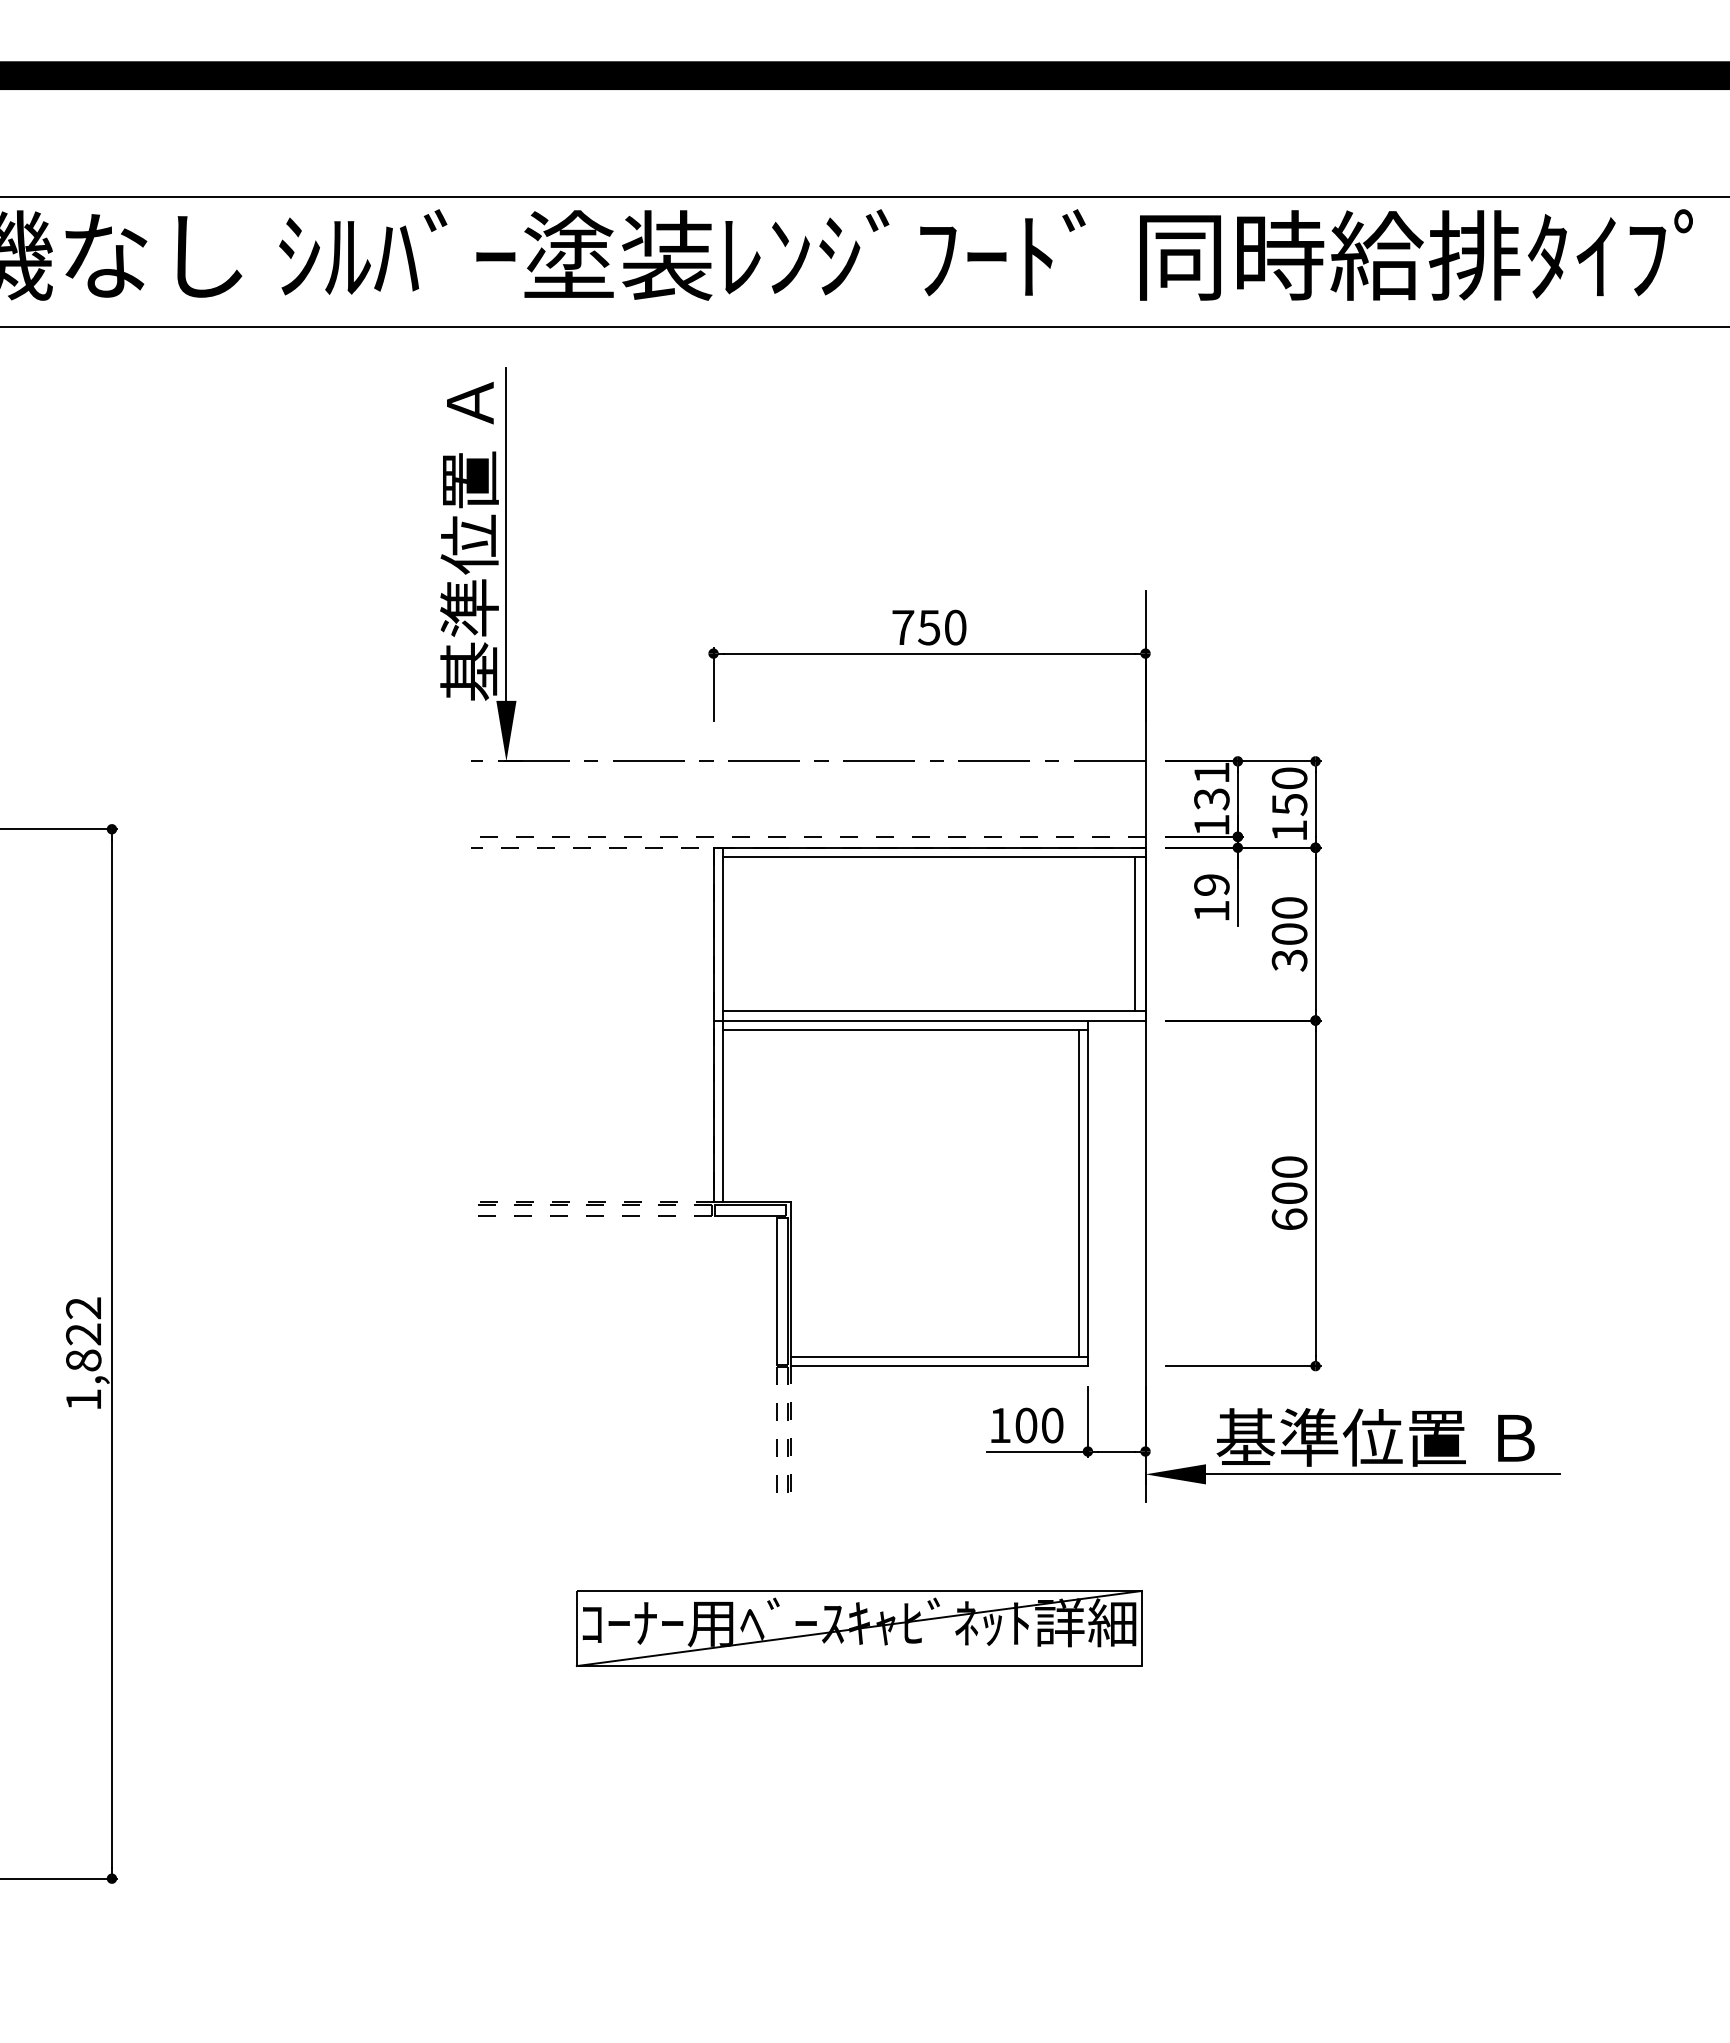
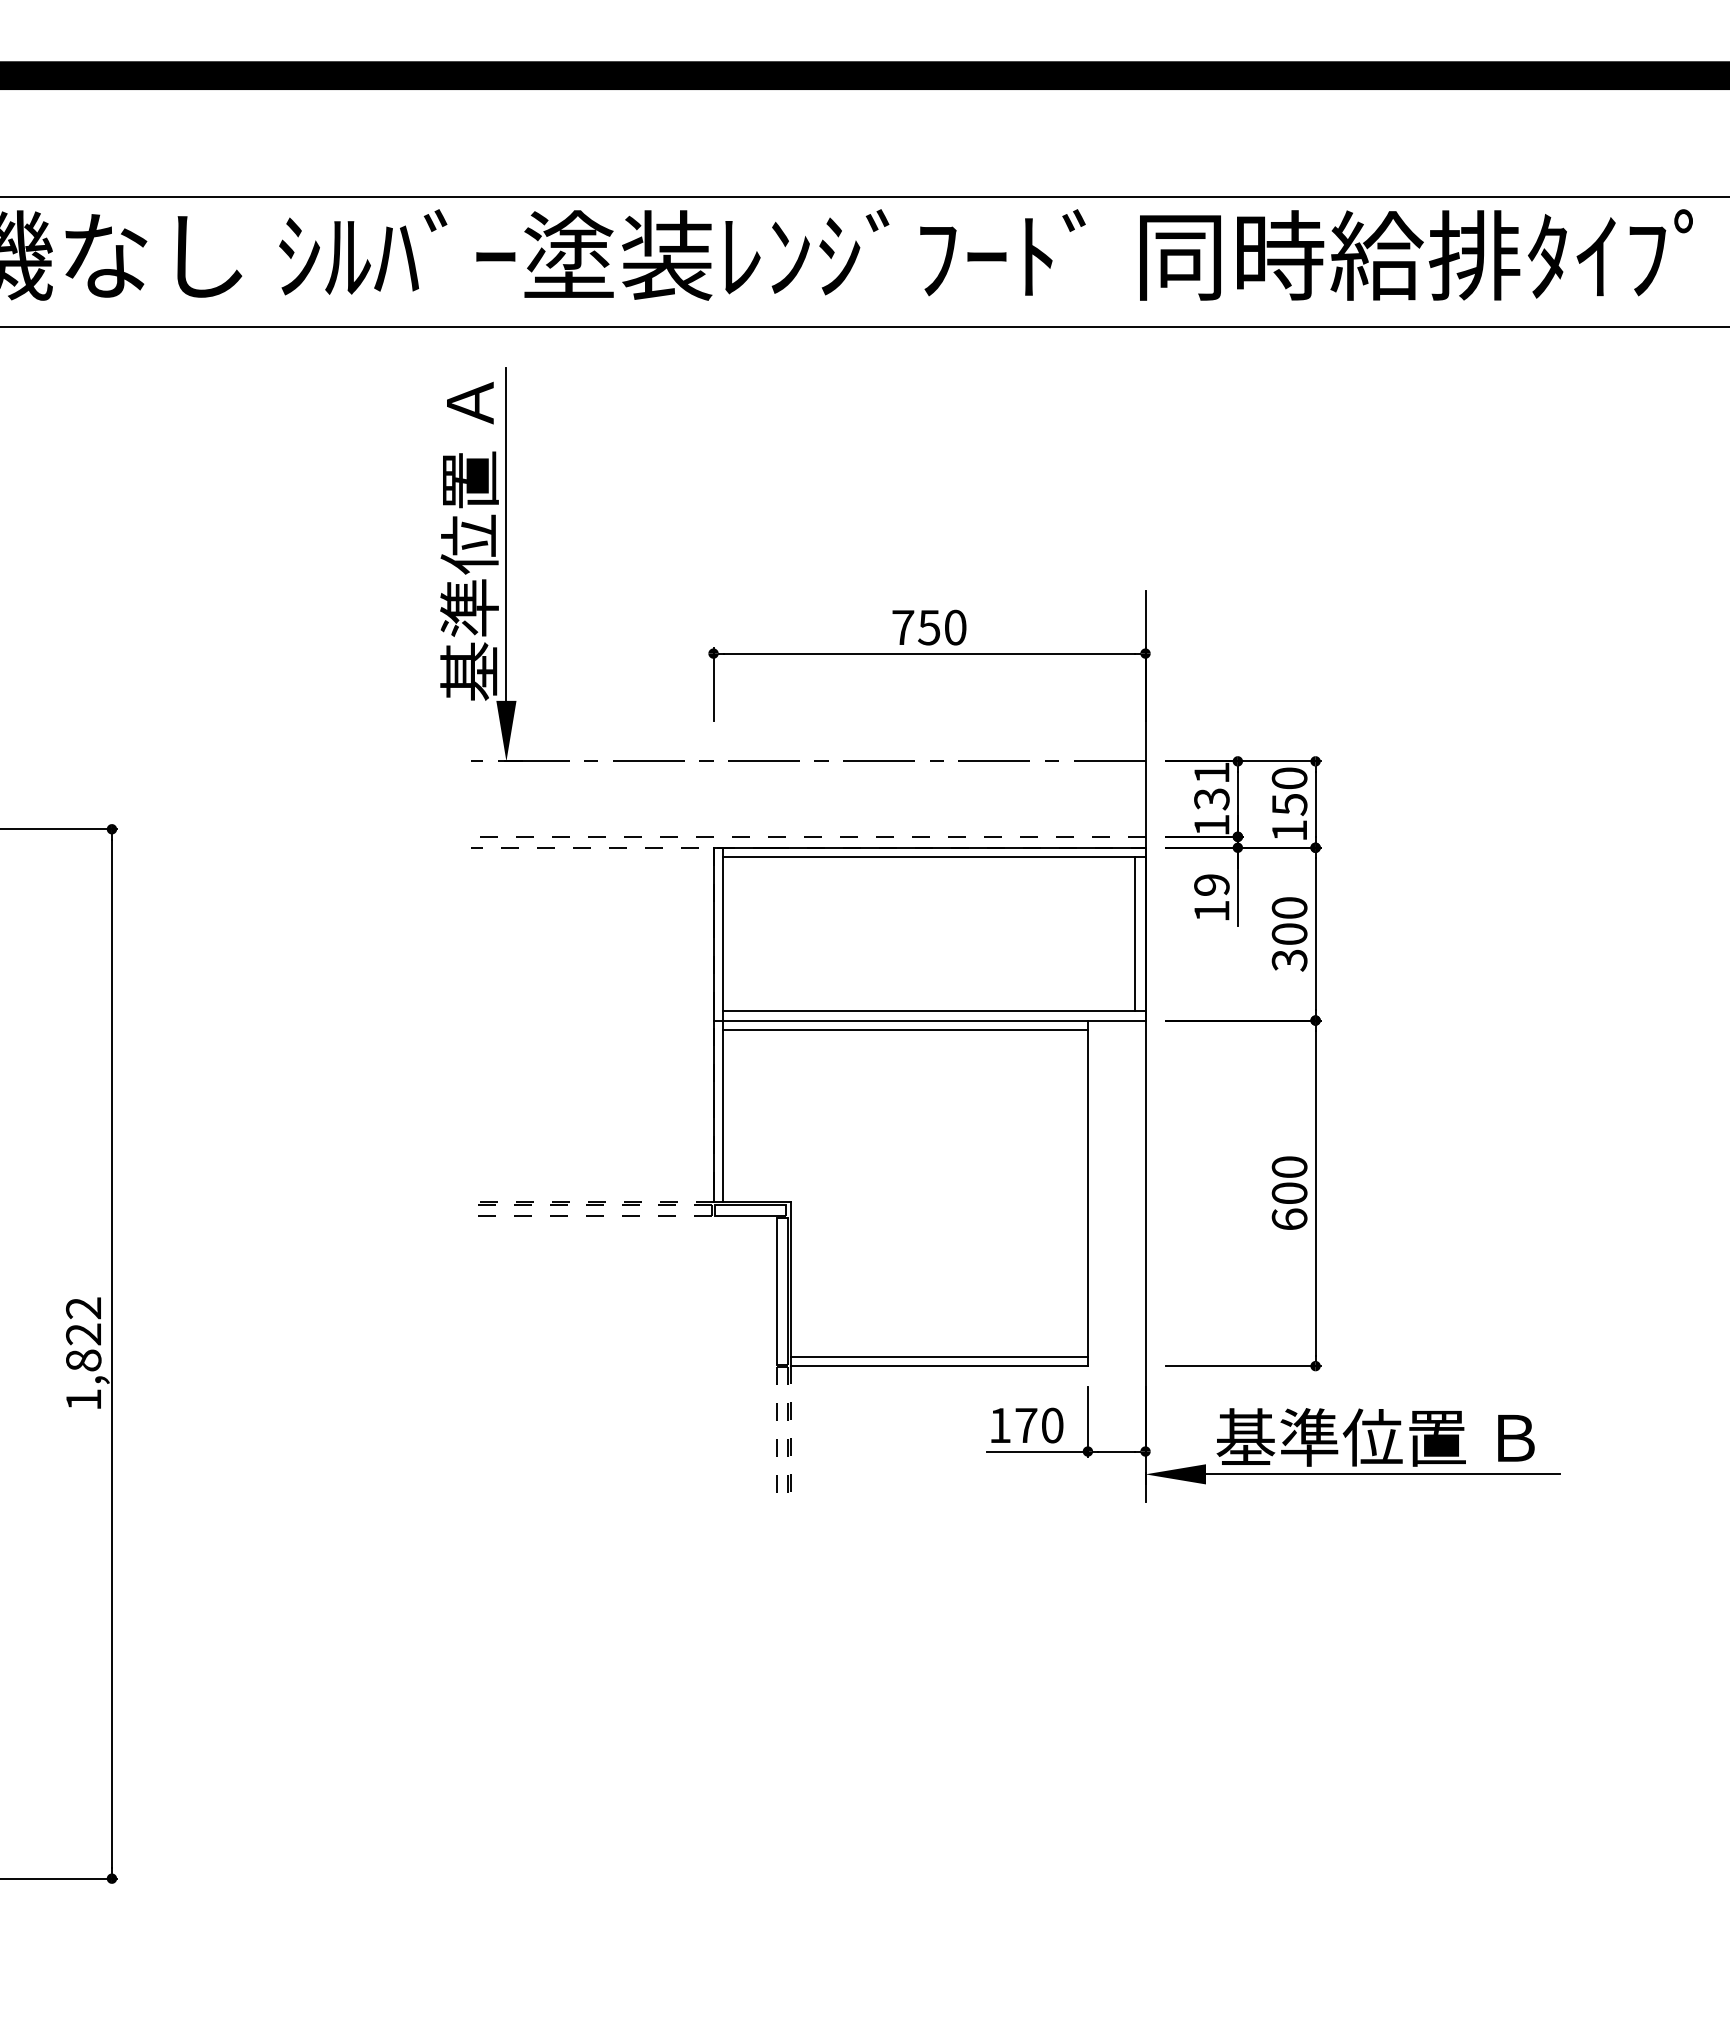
line at (1078, 1192): present -> none
text at (1026, 1425): 100 -> 170
part at (858, 1628): present -> none
